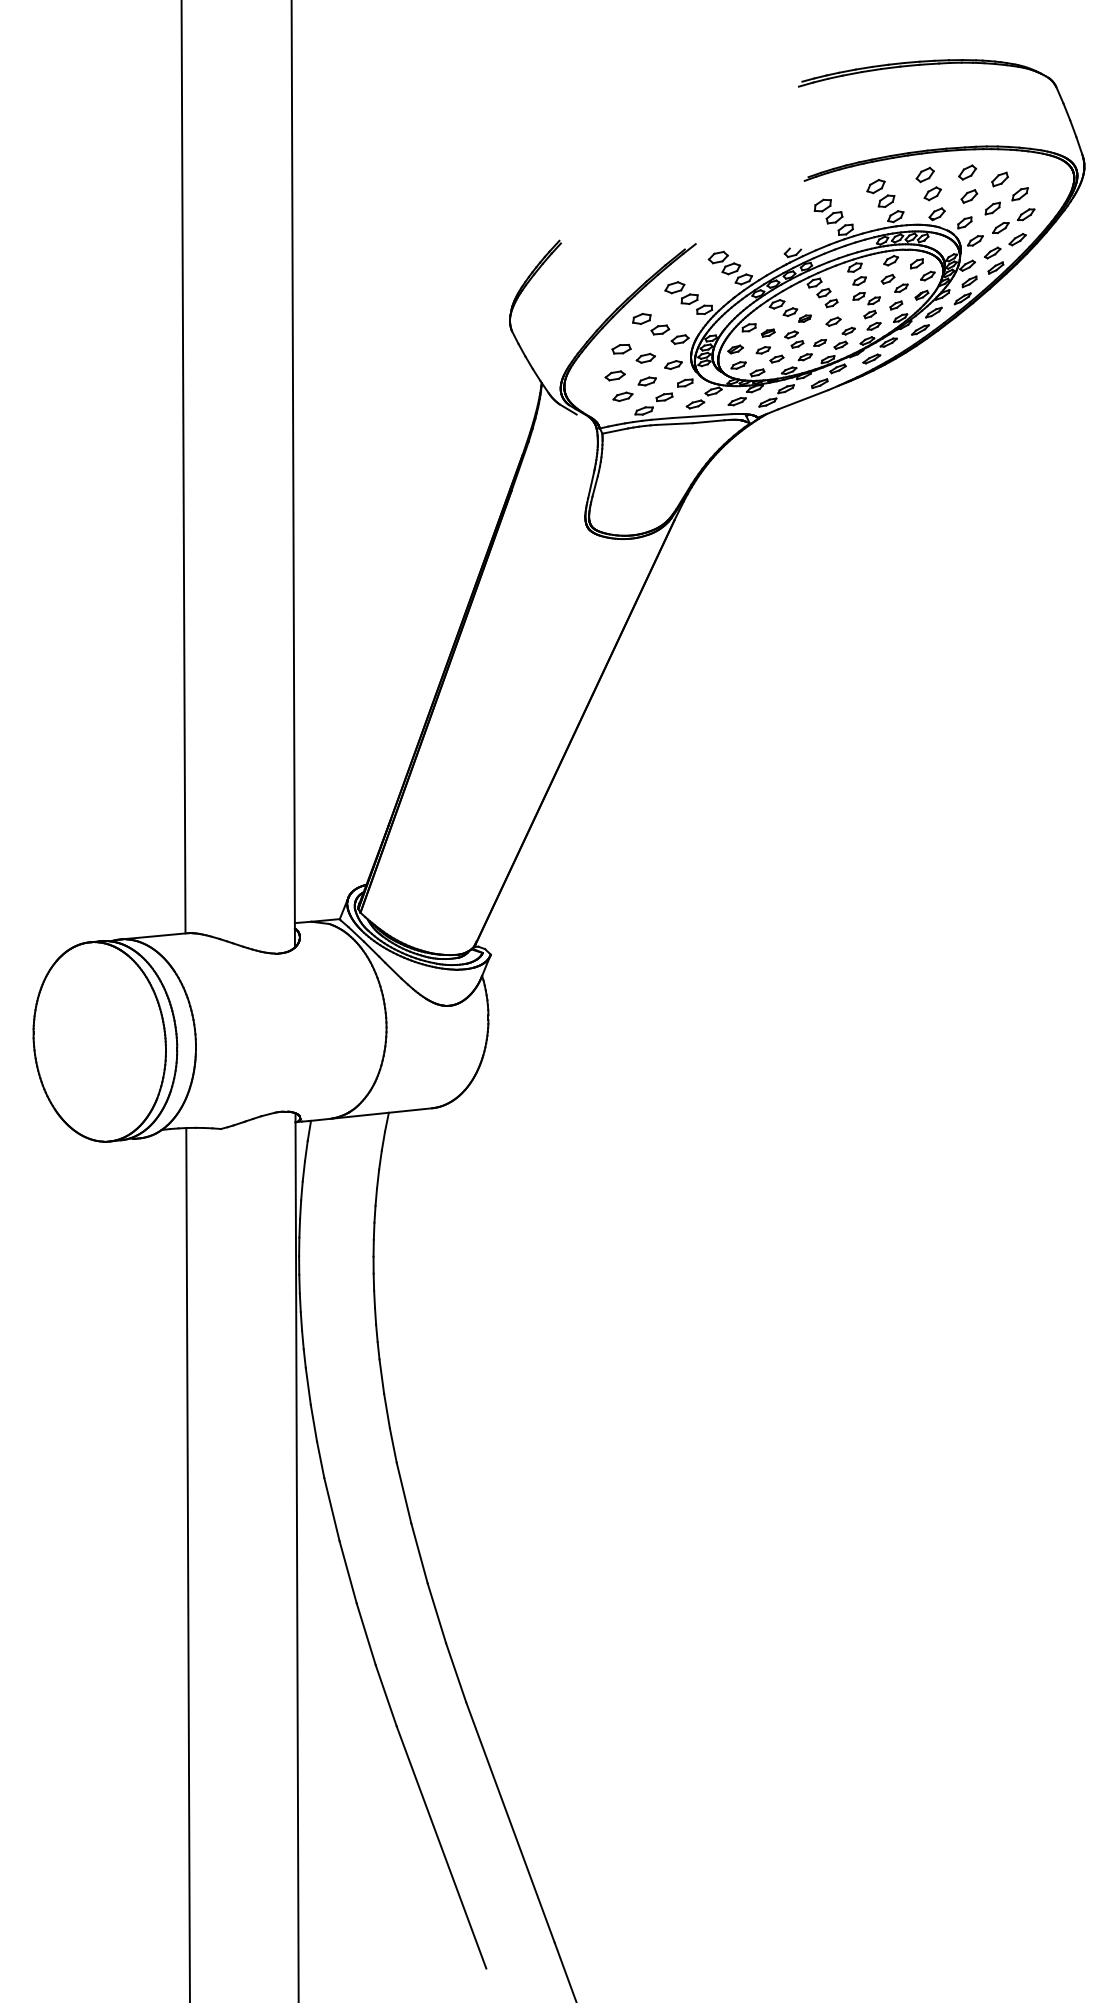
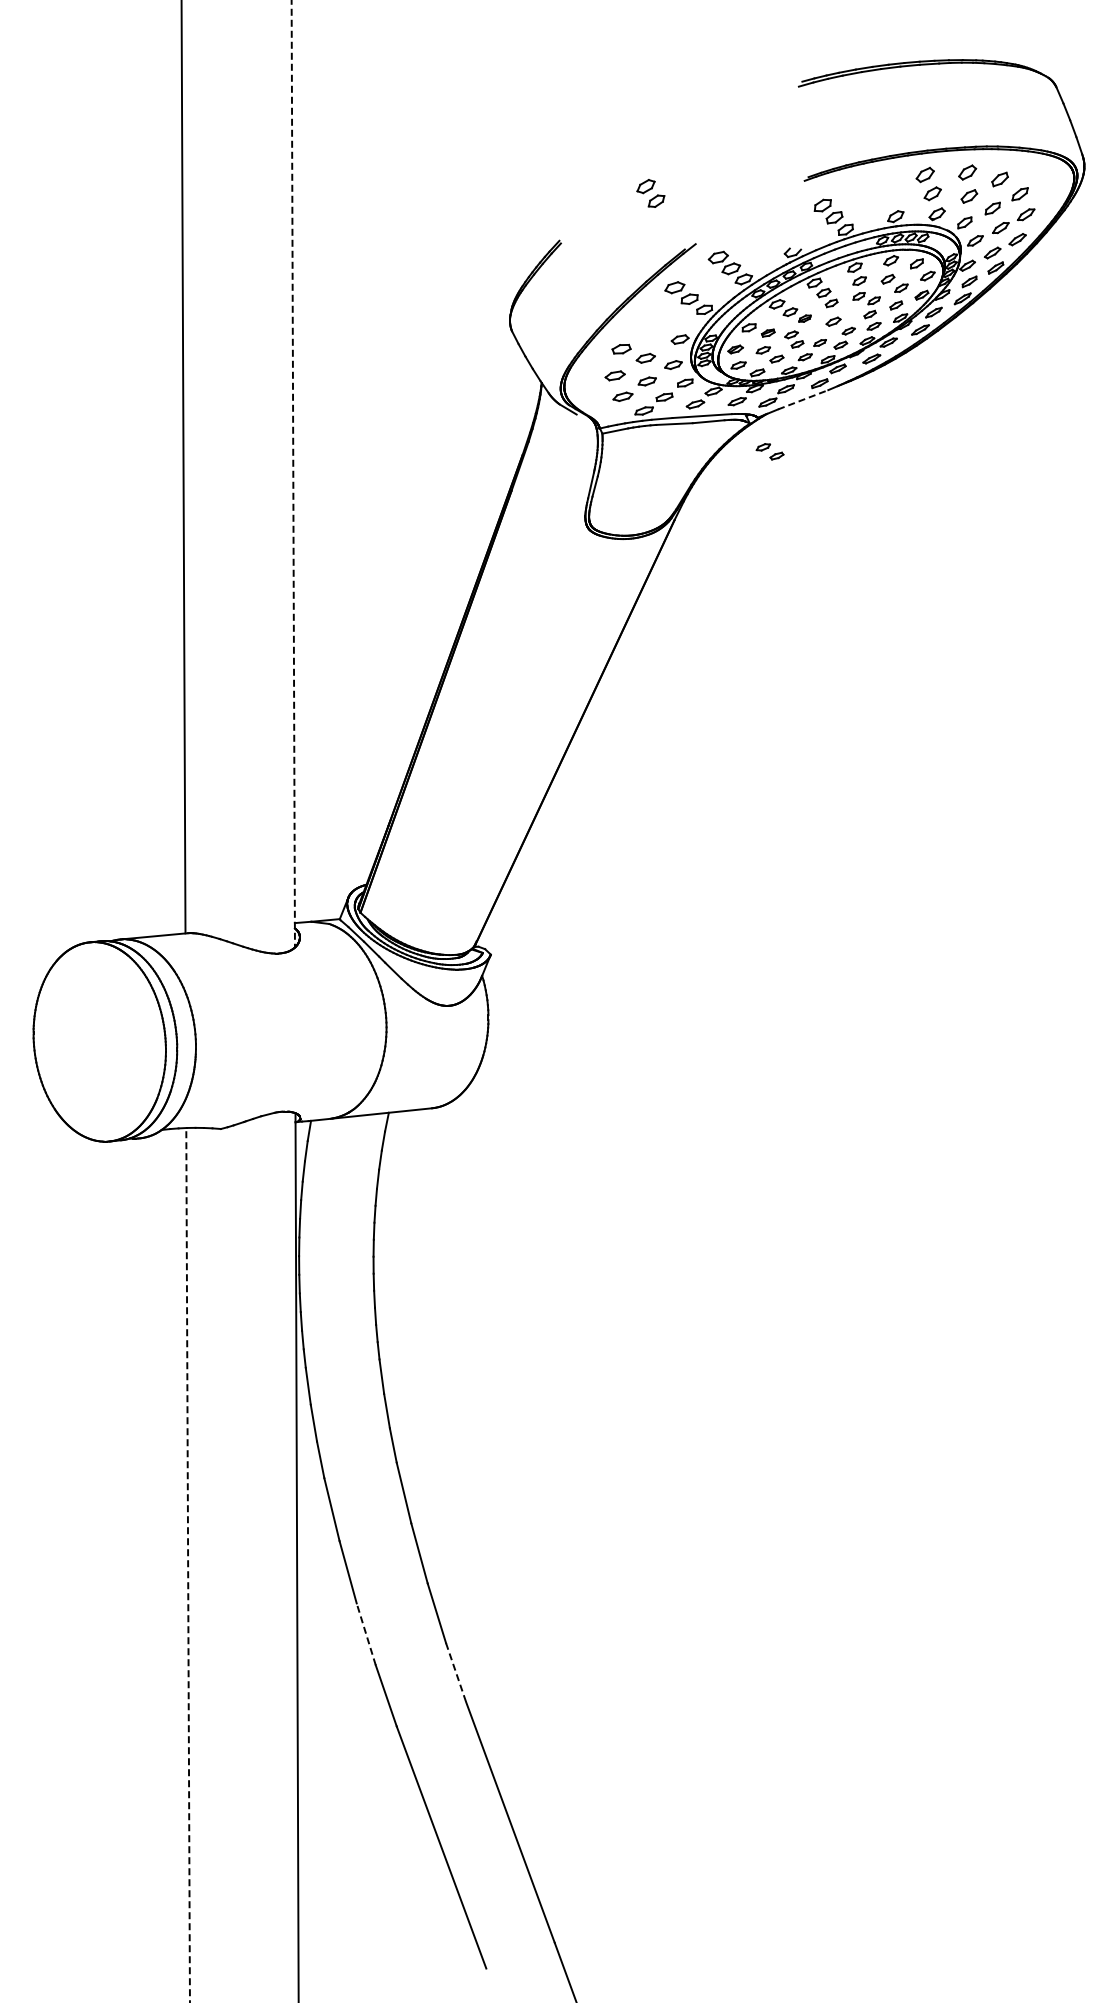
part at (880, 193) position: (880, 193) -> (650, 193)
part at (651, 324): present -> none
line at (803, 399): solid -> dashed
part at (769, 451): none -> present
line at (293, 474): solid -> dashed
line at (188, 1564): solid -> dashed
line at (366, 1633): solid -> dashed
line at (456, 1673): solid -> dashed
